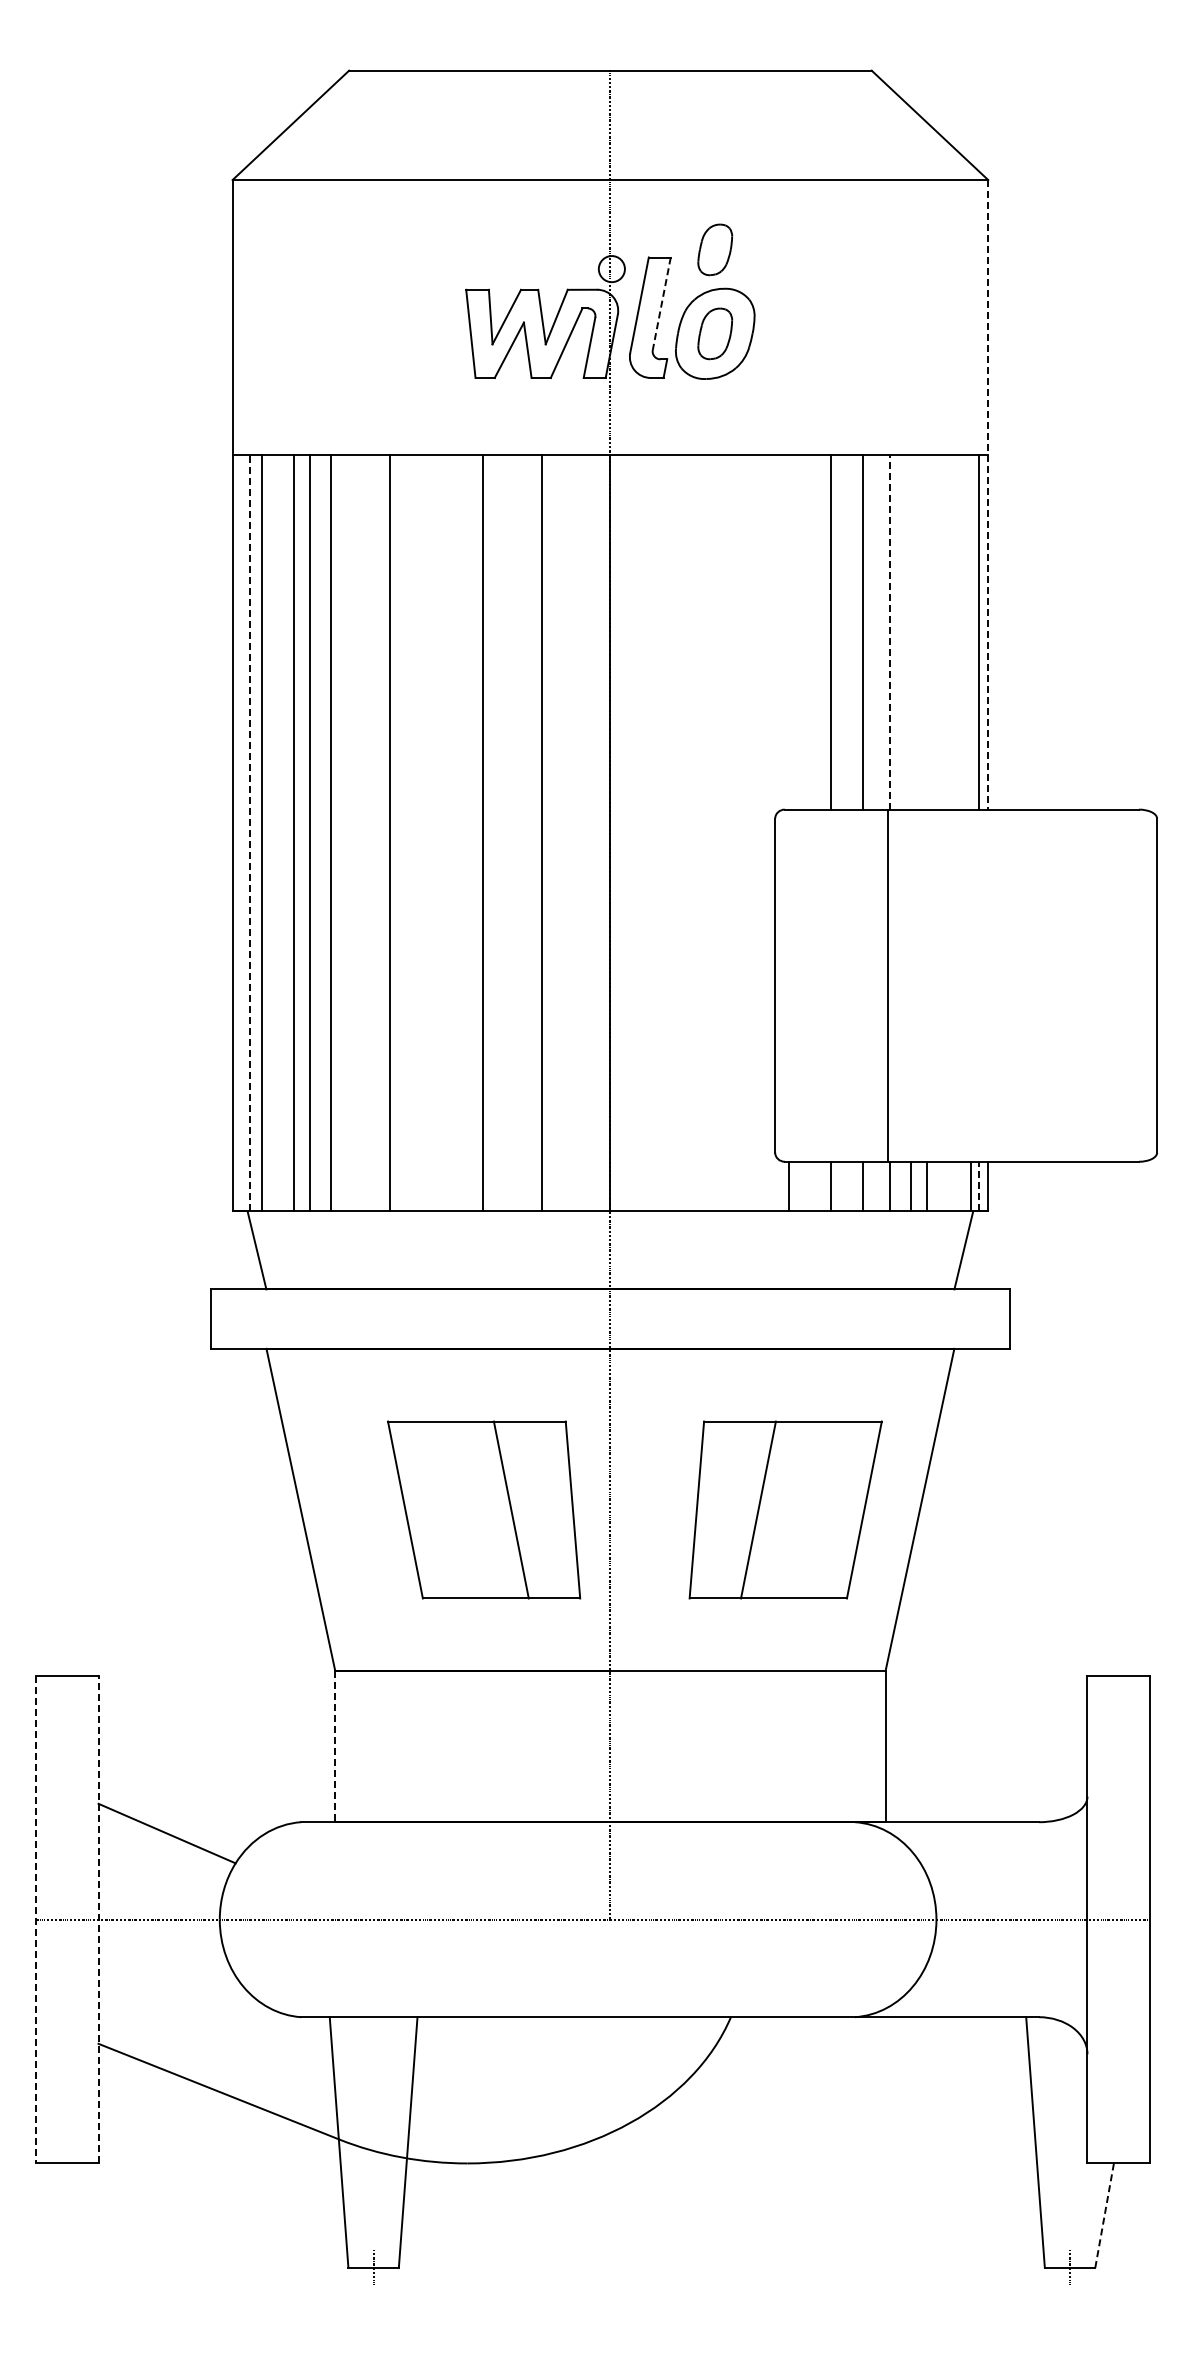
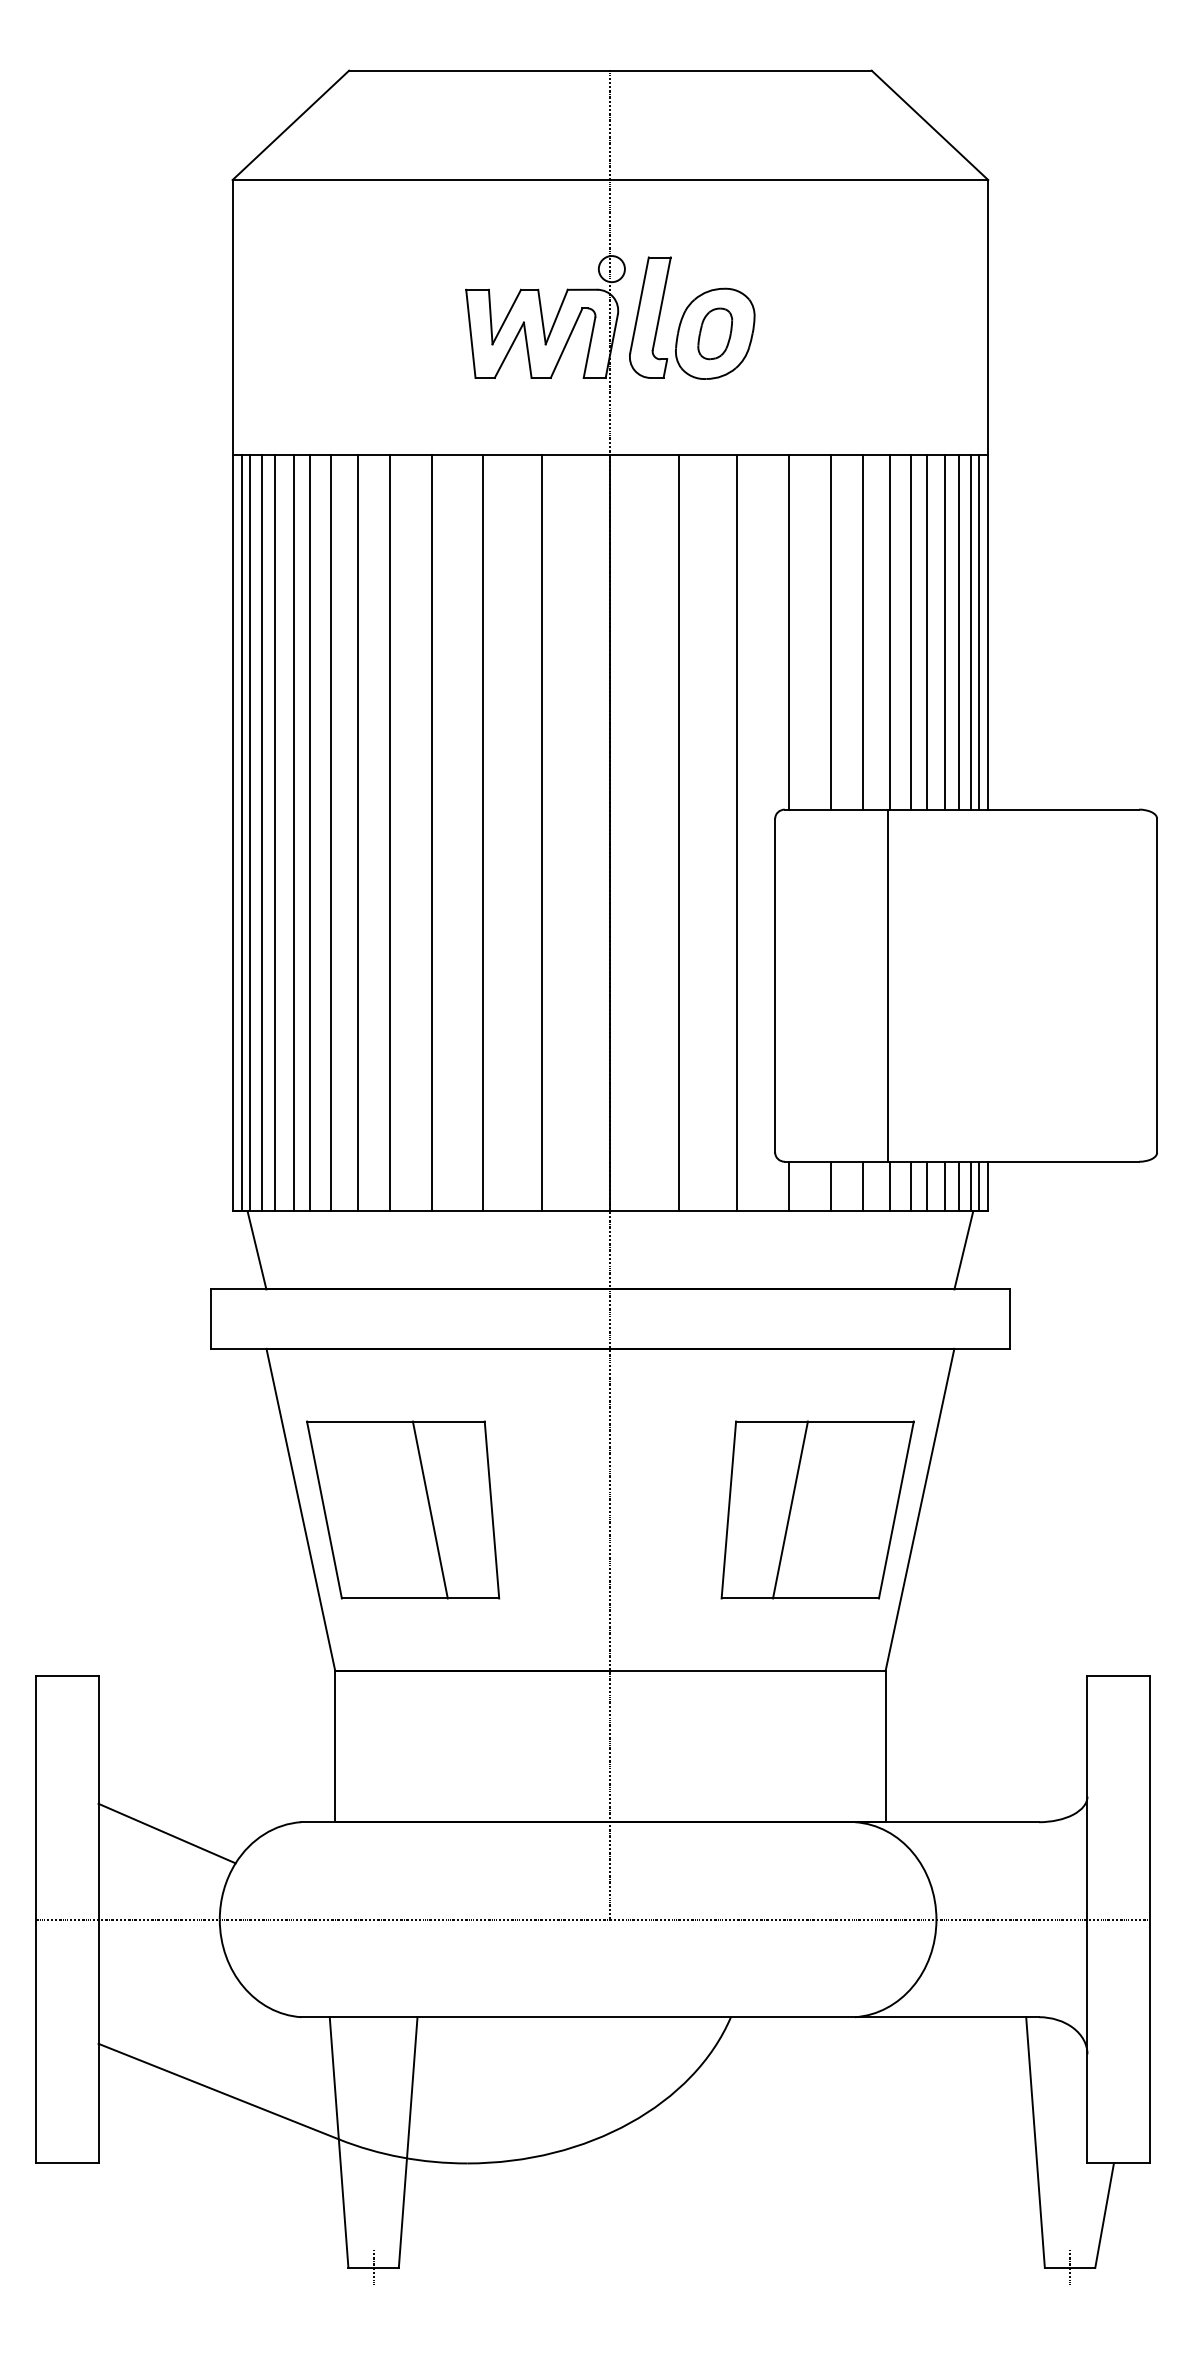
part at (715, 249): present -> none
line at (661, 304): dashed -> solid
line at (988, 494): dashed -> solid
line at (789, 632): none -> present
line at (889, 632): dashed -> solid
line at (910, 632): none -> present
line at (927, 632): none -> present
line at (945, 632): none -> present
line at (958, 632): none -> present
line at (970, 632): none -> present
line at (242, 833): none -> present
line at (250, 833): dashed -> solid
line at (275, 833): none -> present
line at (357, 833): none -> present
line at (431, 833): none -> present
line at (678, 833): none -> present
line at (737, 833): none -> present
line at (945, 1186): none -> present
line at (958, 1186): none -> present
line at (978, 1186): dashed -> solid
part at (484, 1509) position: (484, 1509) -> (403, 1509)
part at (785, 1509) position: (785, 1509) -> (817, 1509)
line at (335, 1746): dashed -> solid
line at (35, 1919): dashed -> solid
line at (98, 1919): dashed -> solid
line at (1104, 2215): dashed -> solid
